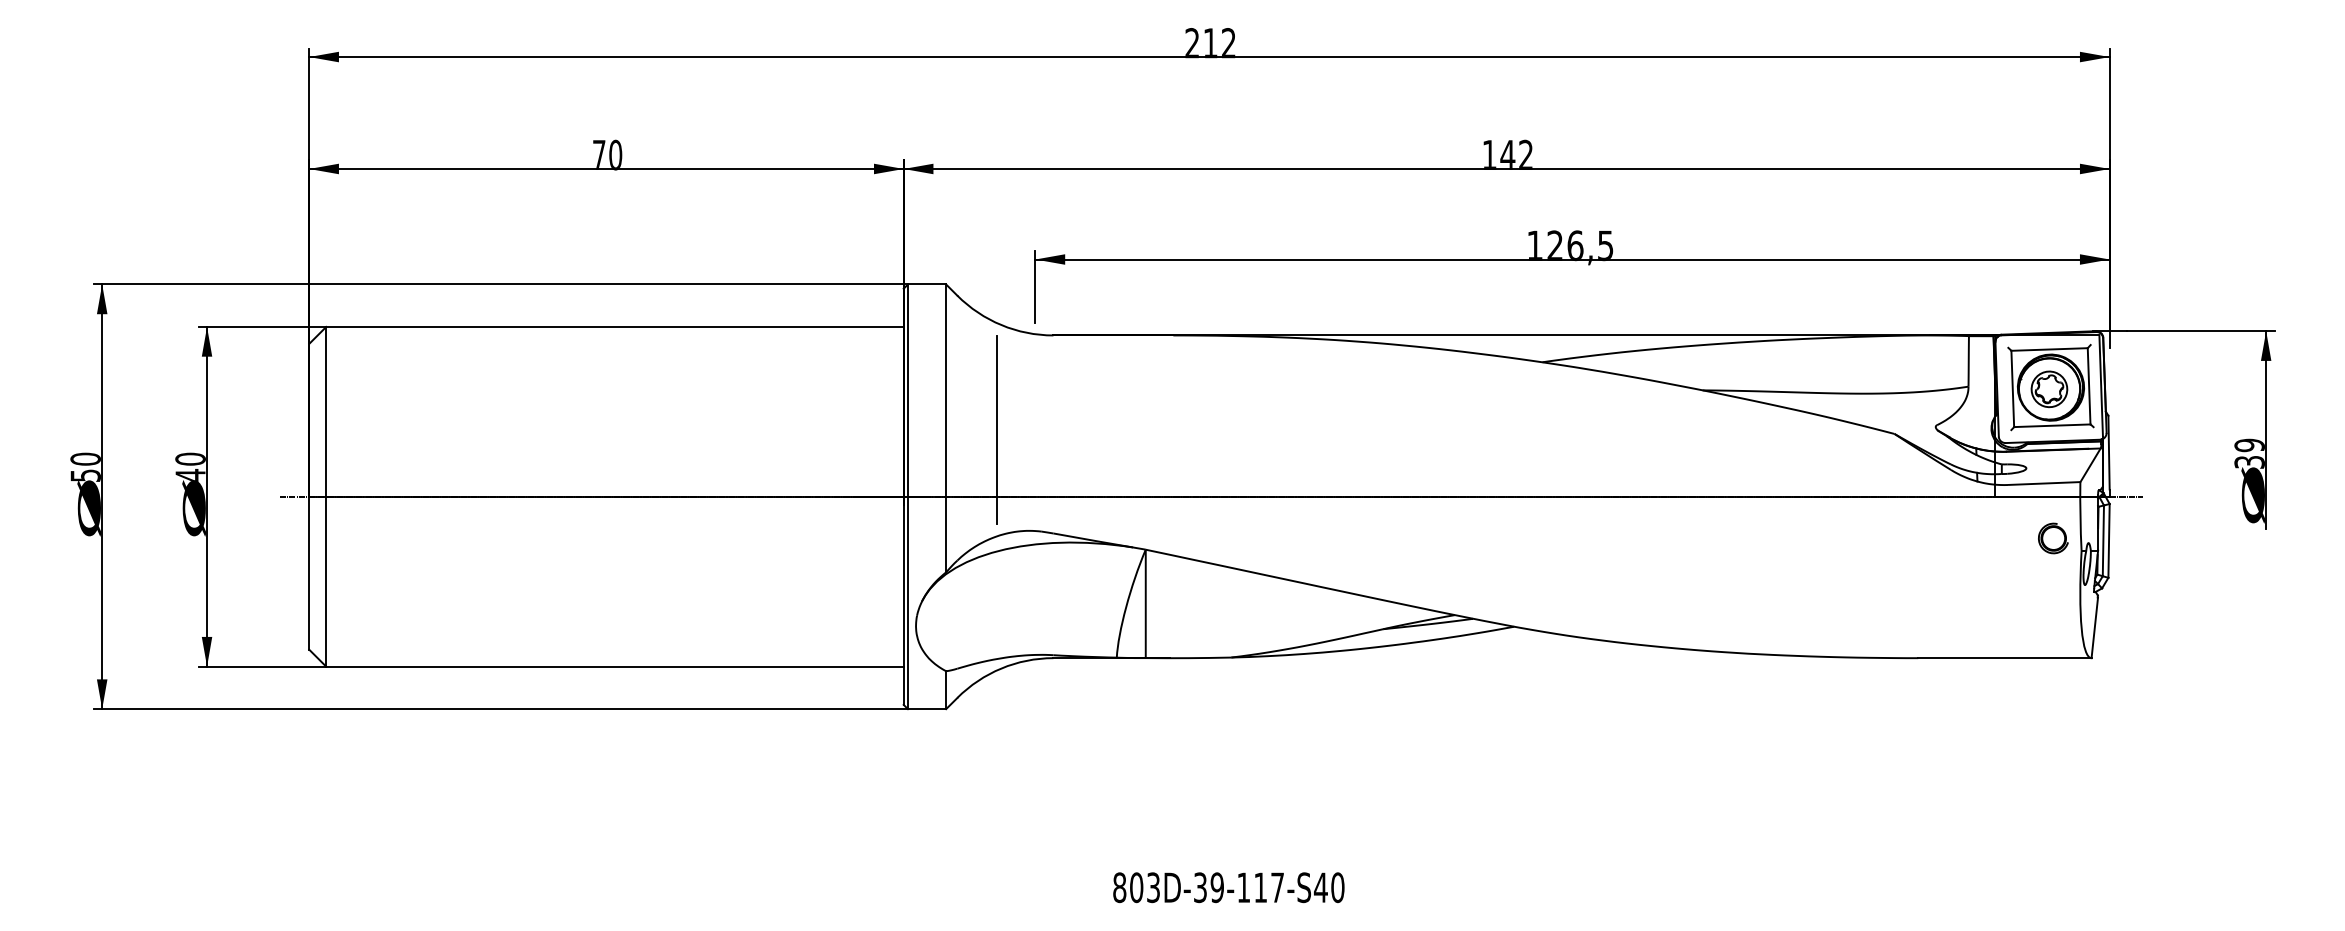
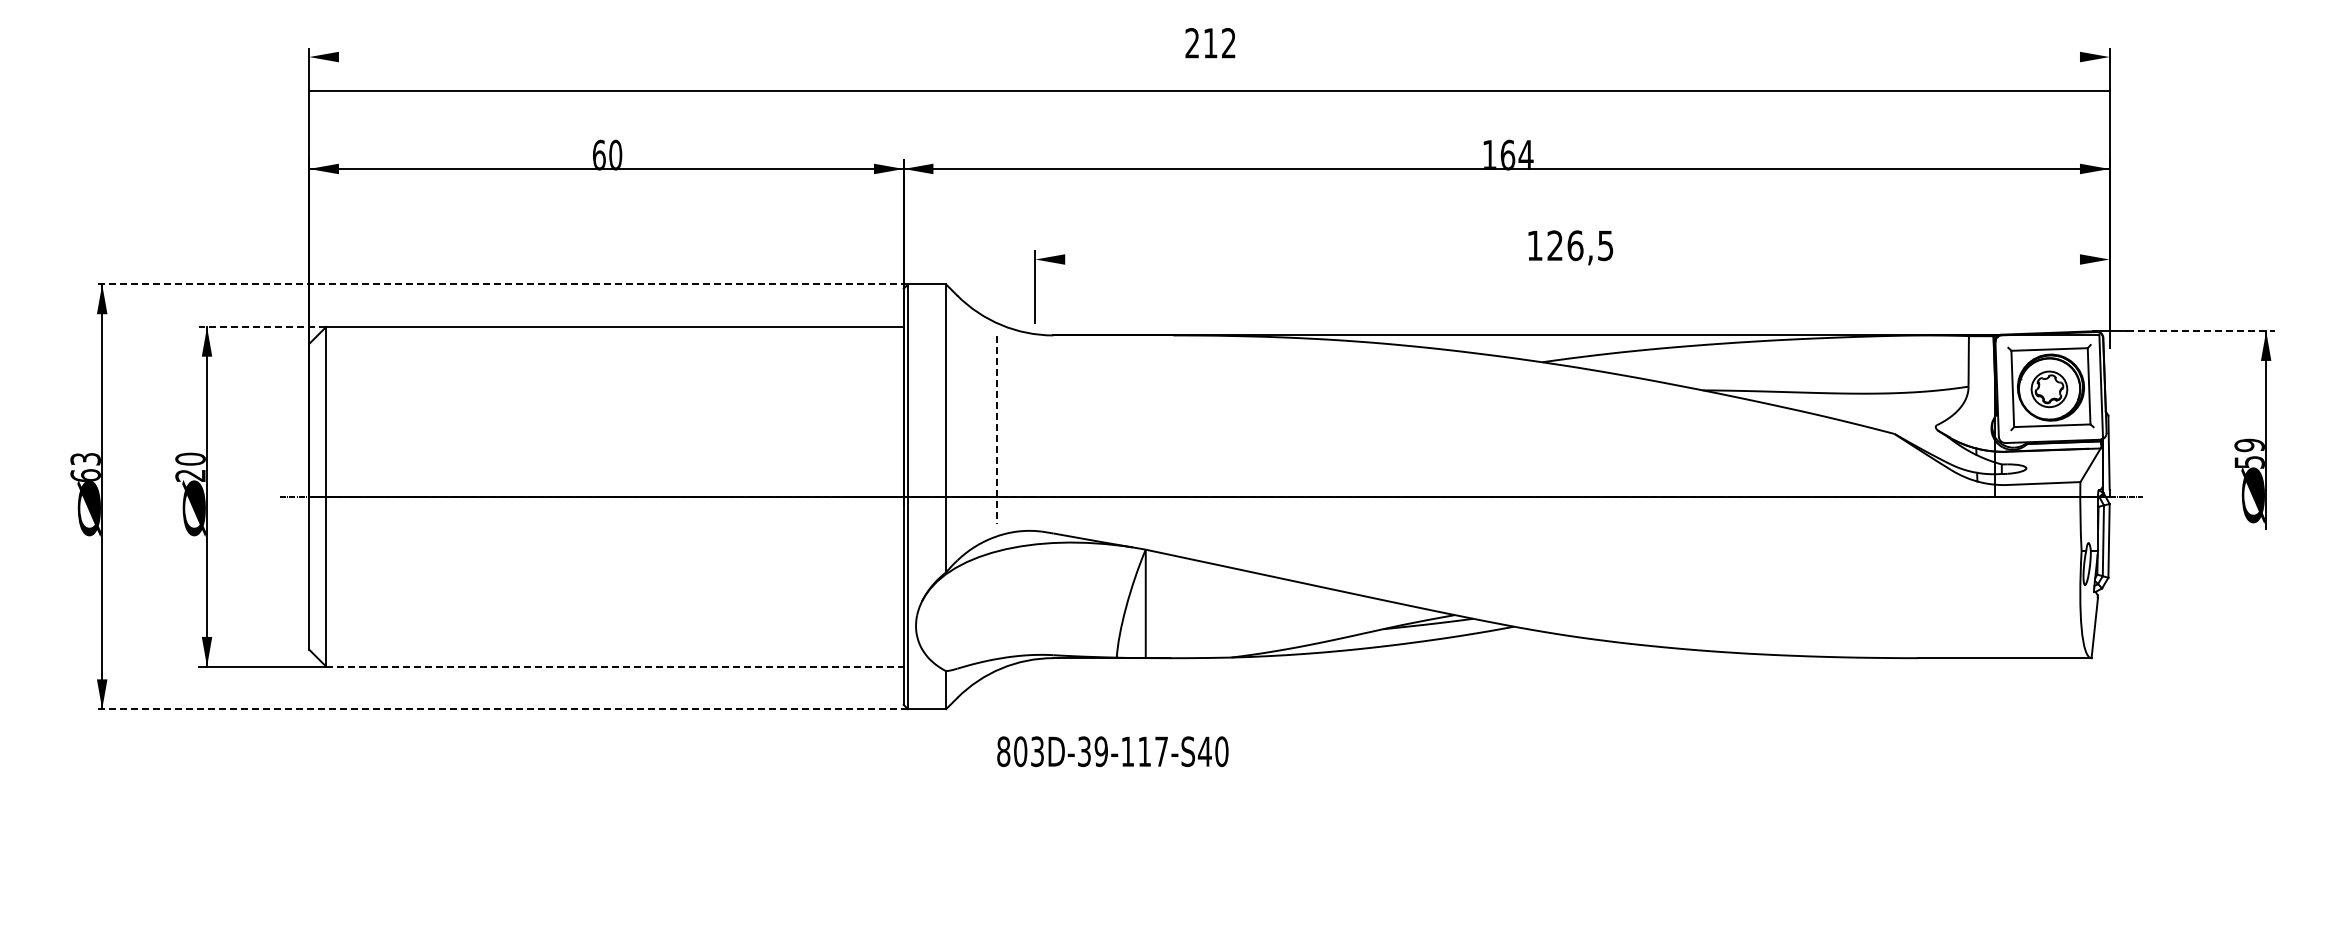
line at (1209, 57) position: (1209, 57) -> (1209, 91)
text at (599, 154): 70 -> 60
text at (1516, 154): 142 -> 164
line at (1572, 259): present -> none
line at (500, 284): solid -> dashed
line at (262, 326): solid -> dashed
line at (2201, 331): solid -> dashed
line at (997, 429): solid -> dashed
text at (2249, 462): 39 -> 59
text at (85, 466): 50 -> 63
text at (190, 474): 40 -> 20
part at (2053, 538): present -> none
line at (614, 666): solid -> dashed
line at (500, 709): solid -> dashed
text at (1228, 887) position: (1228, 887) -> (1112, 751)
